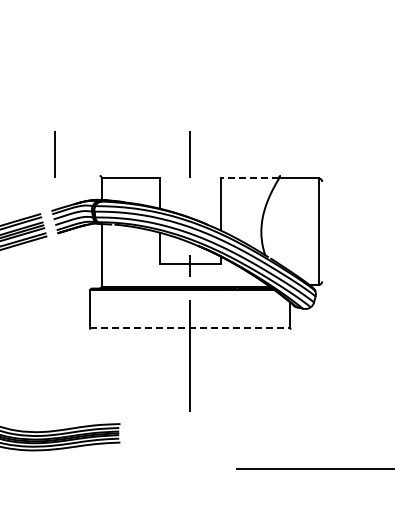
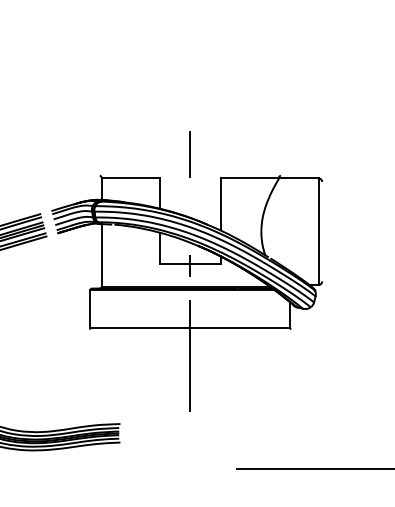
line at (54, 154): present -> none
line at (249, 177): dashed -> solid
line at (190, 327): dashed -> solid
